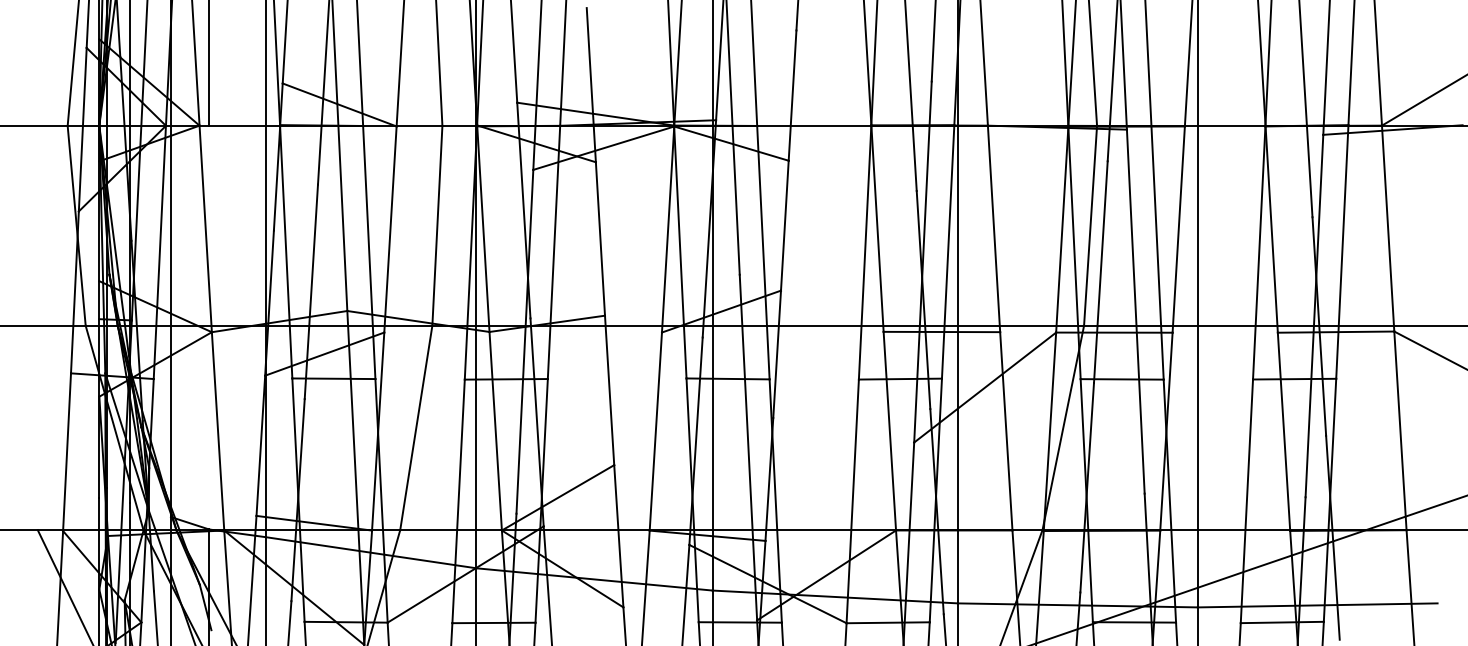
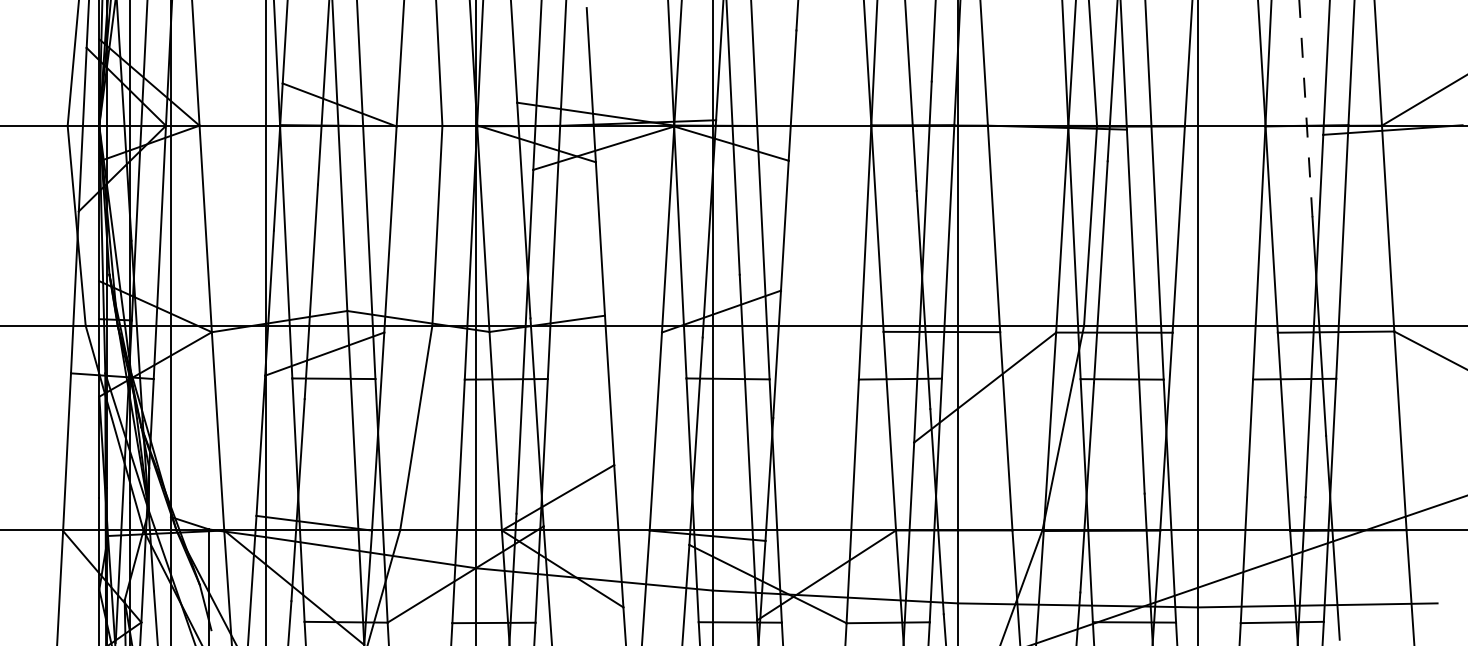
line at (209, 63): present -> none
line at (1305, 108): solid -> dashed
line at (64, 586): present -> none
